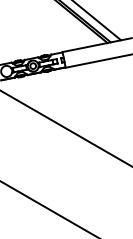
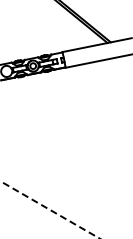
line at (97, 21): present -> none
line at (65, 128): present -> none
line at (50, 210): solid -> dashed
